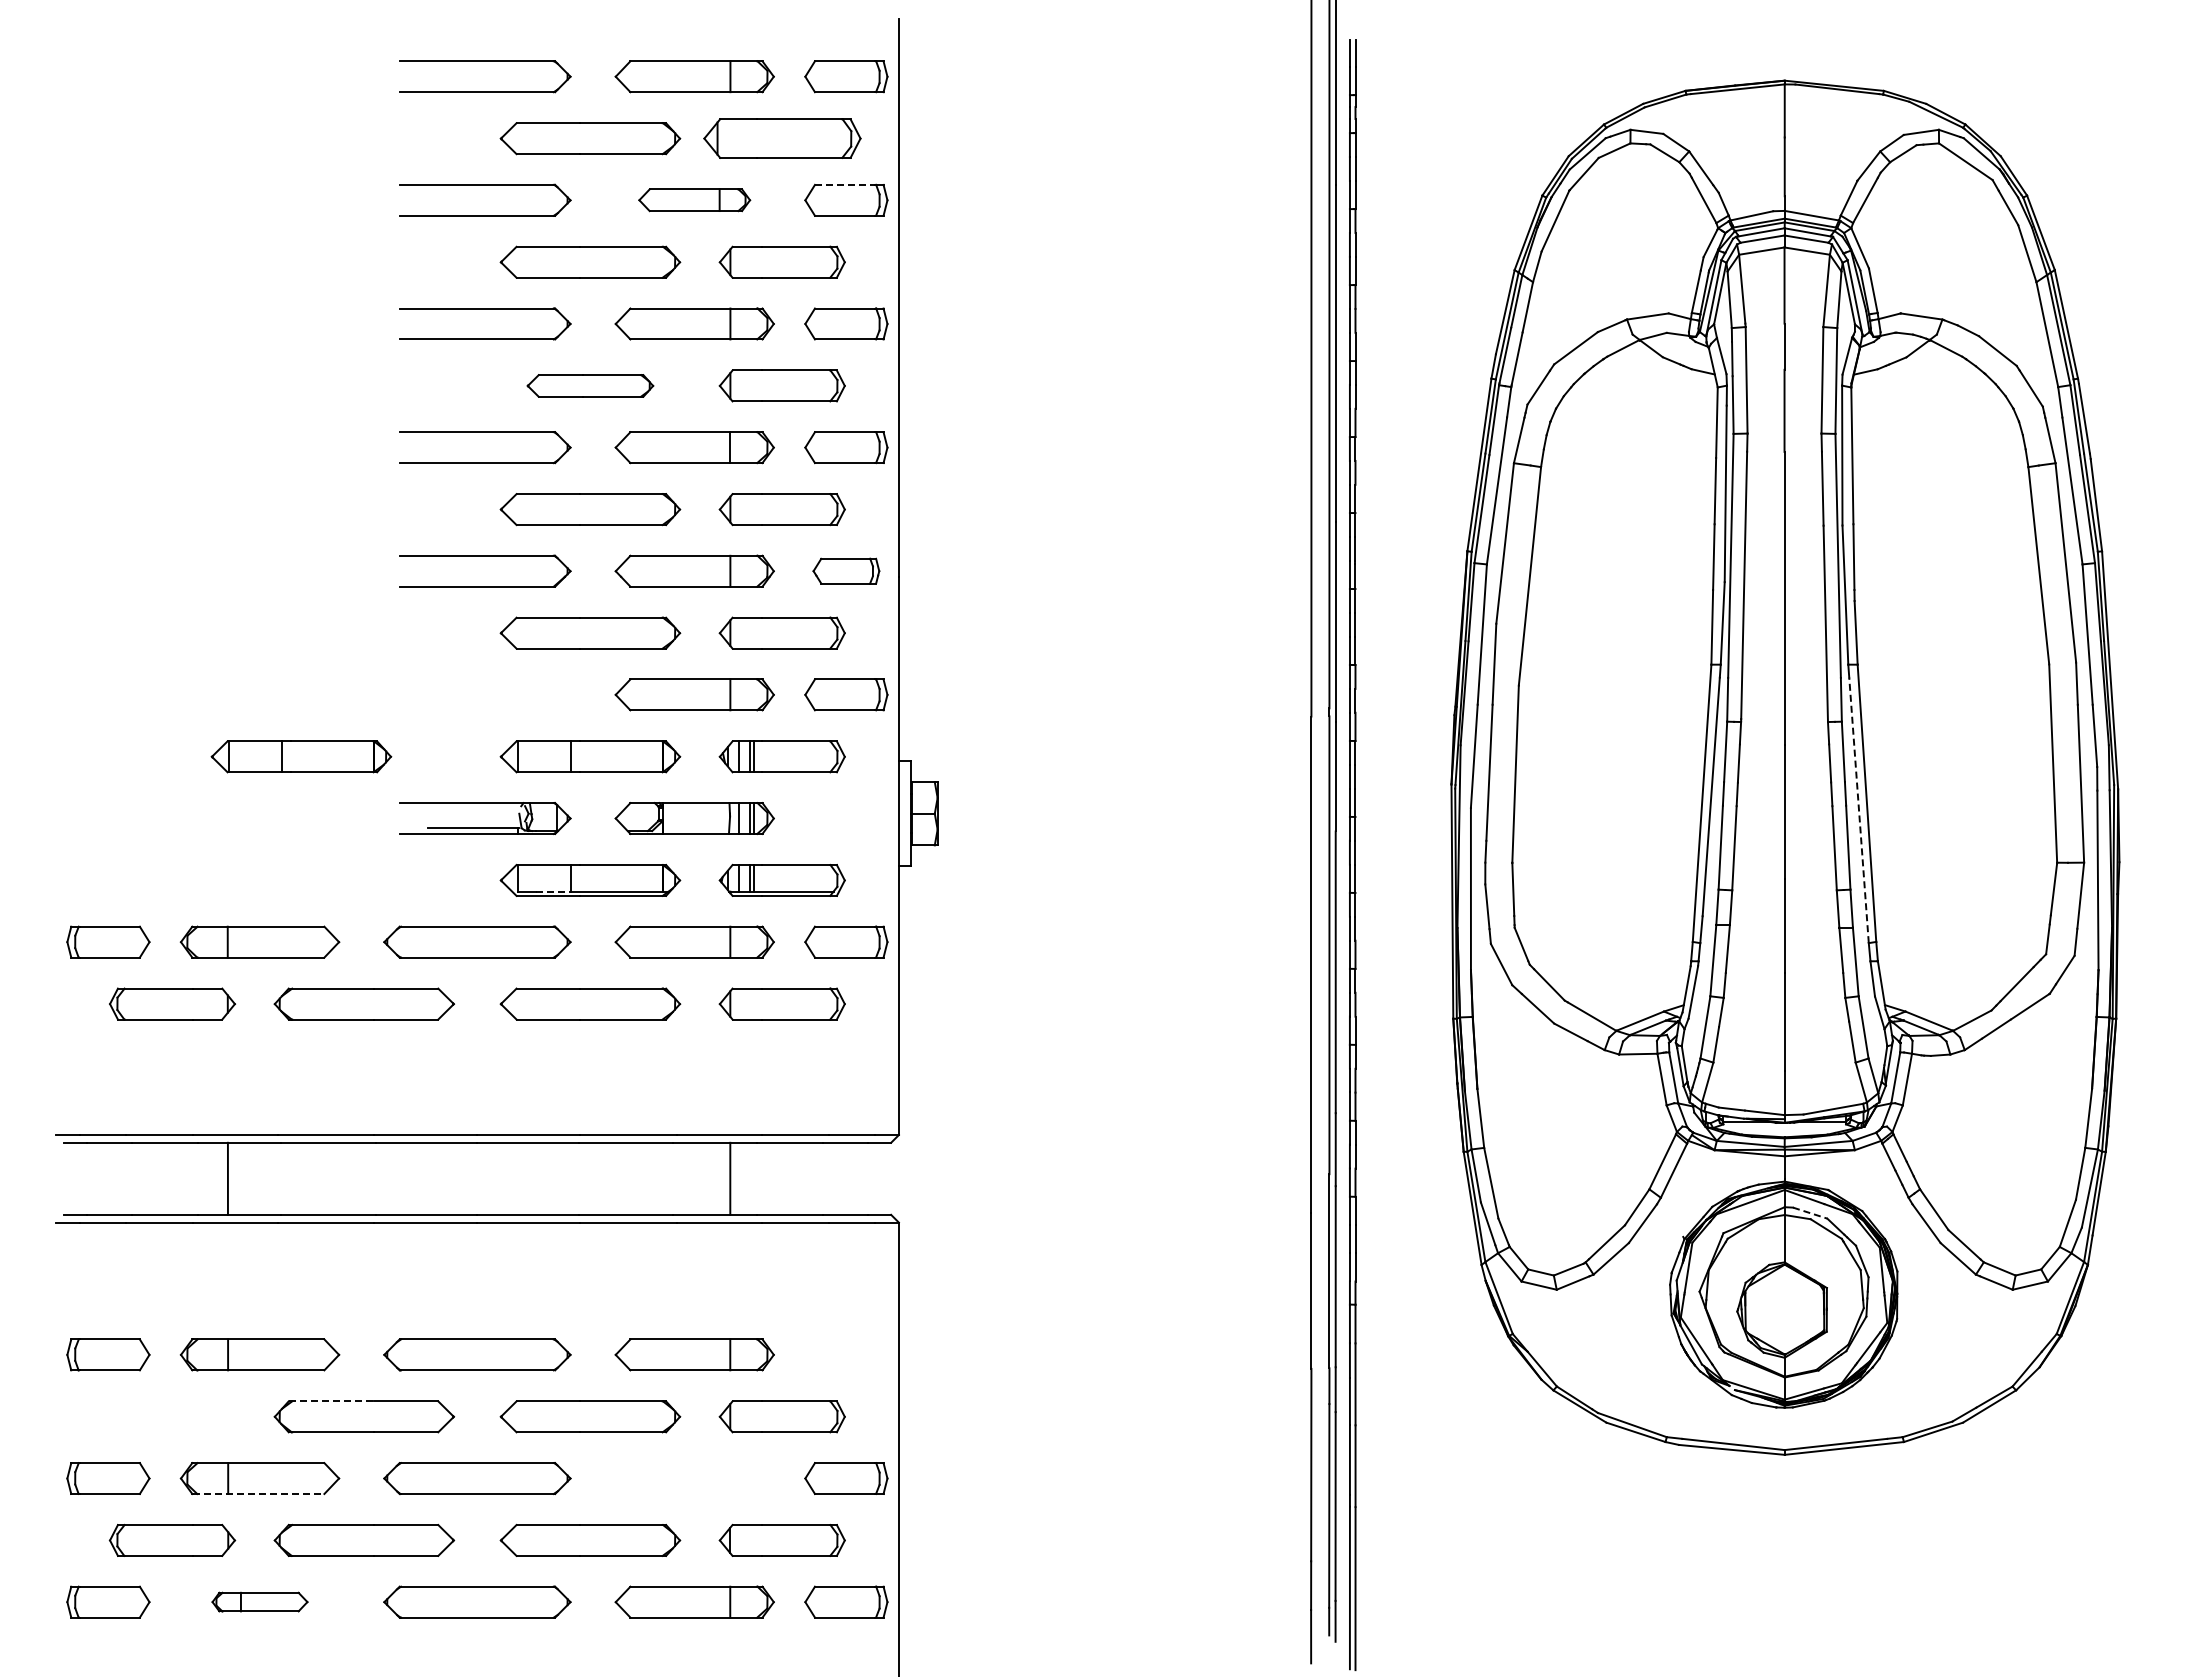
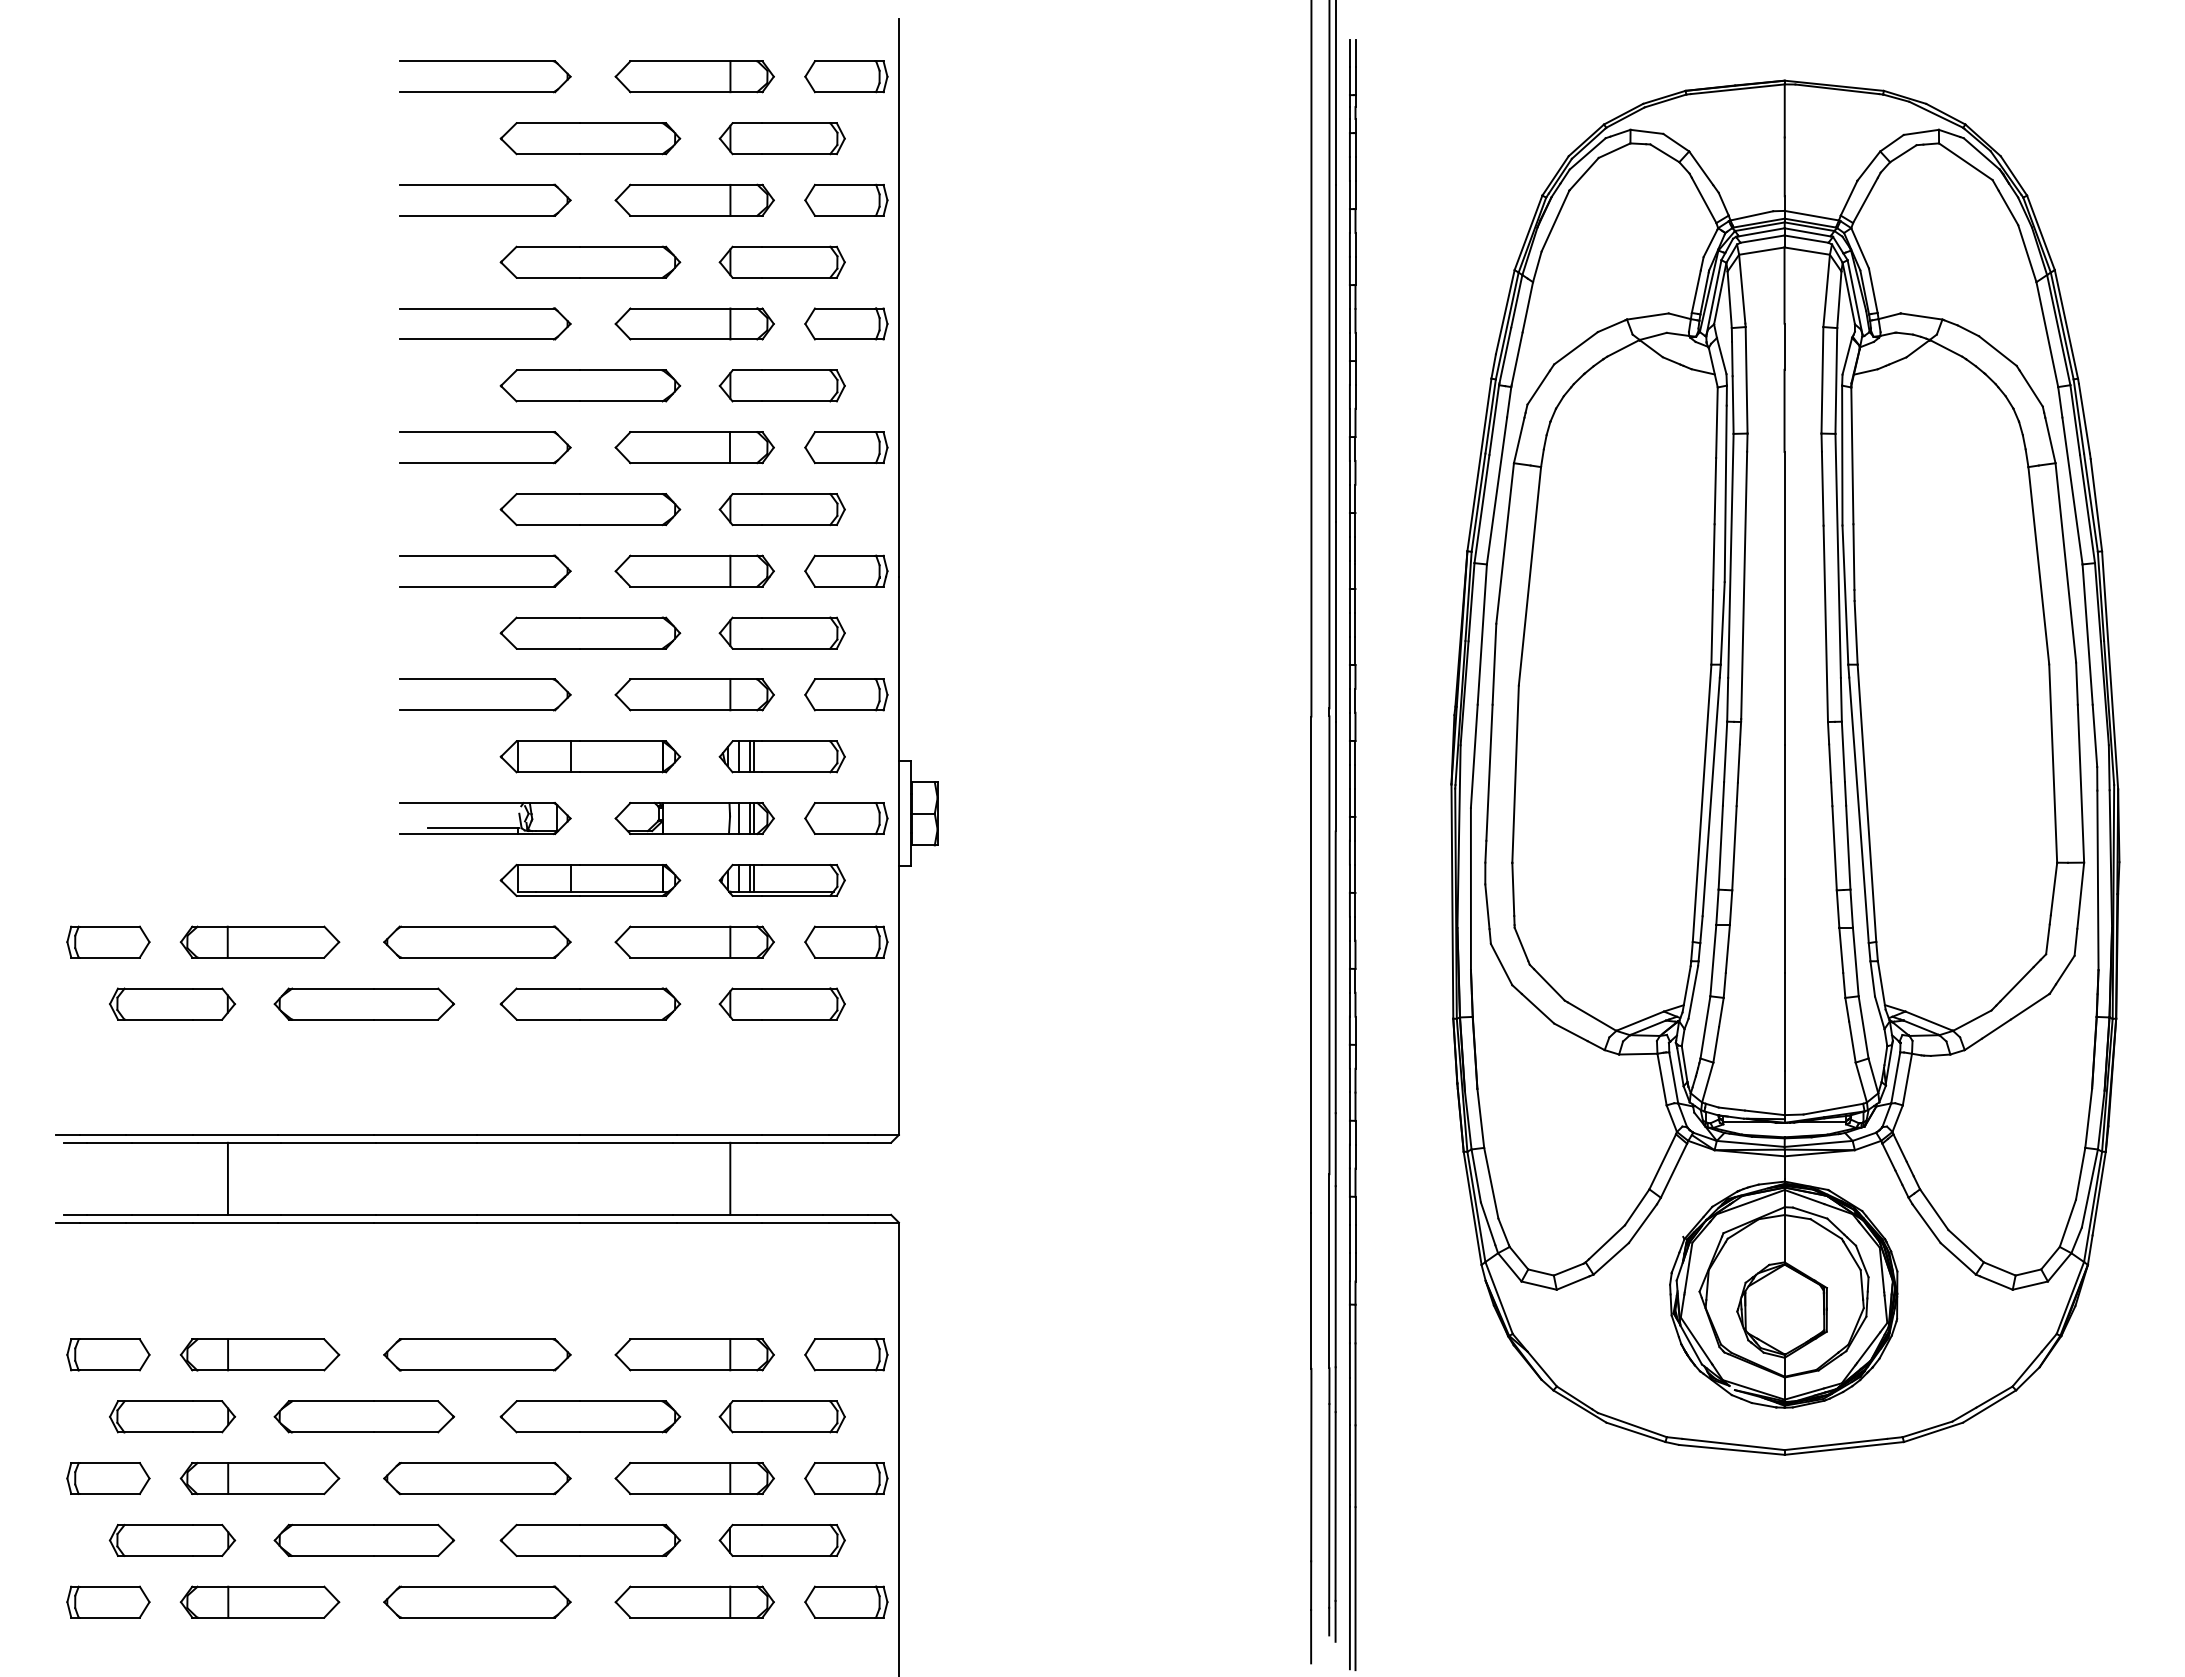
part at (782, 138) size: 159x41 px -> 128x34 px
line at (845, 184): dashed -> solid
part at (694, 200) size: 114x25 px -> 161x34 px
part at (590, 385) size: 129x24 px -> 183x34 px
part at (846, 570) size: 69x28 px -> 85x34 px
part at (485, 679): none -> present
part at (301, 756): present -> none
line at (1858, 809): dashed -> solid
part at (846, 818): none -> present
line at (553, 891): dashed -> solid
line at (1810, 1213): dashed -> solid
part at (846, 1354): none -> present
line at (331, 1401): dashed -> solid
part at (172, 1416): none -> present
part at (694, 1478): none -> present
line at (258, 1493): dashed -> solid
part at (259, 1601) size: 98x22 px -> 162x34 px
